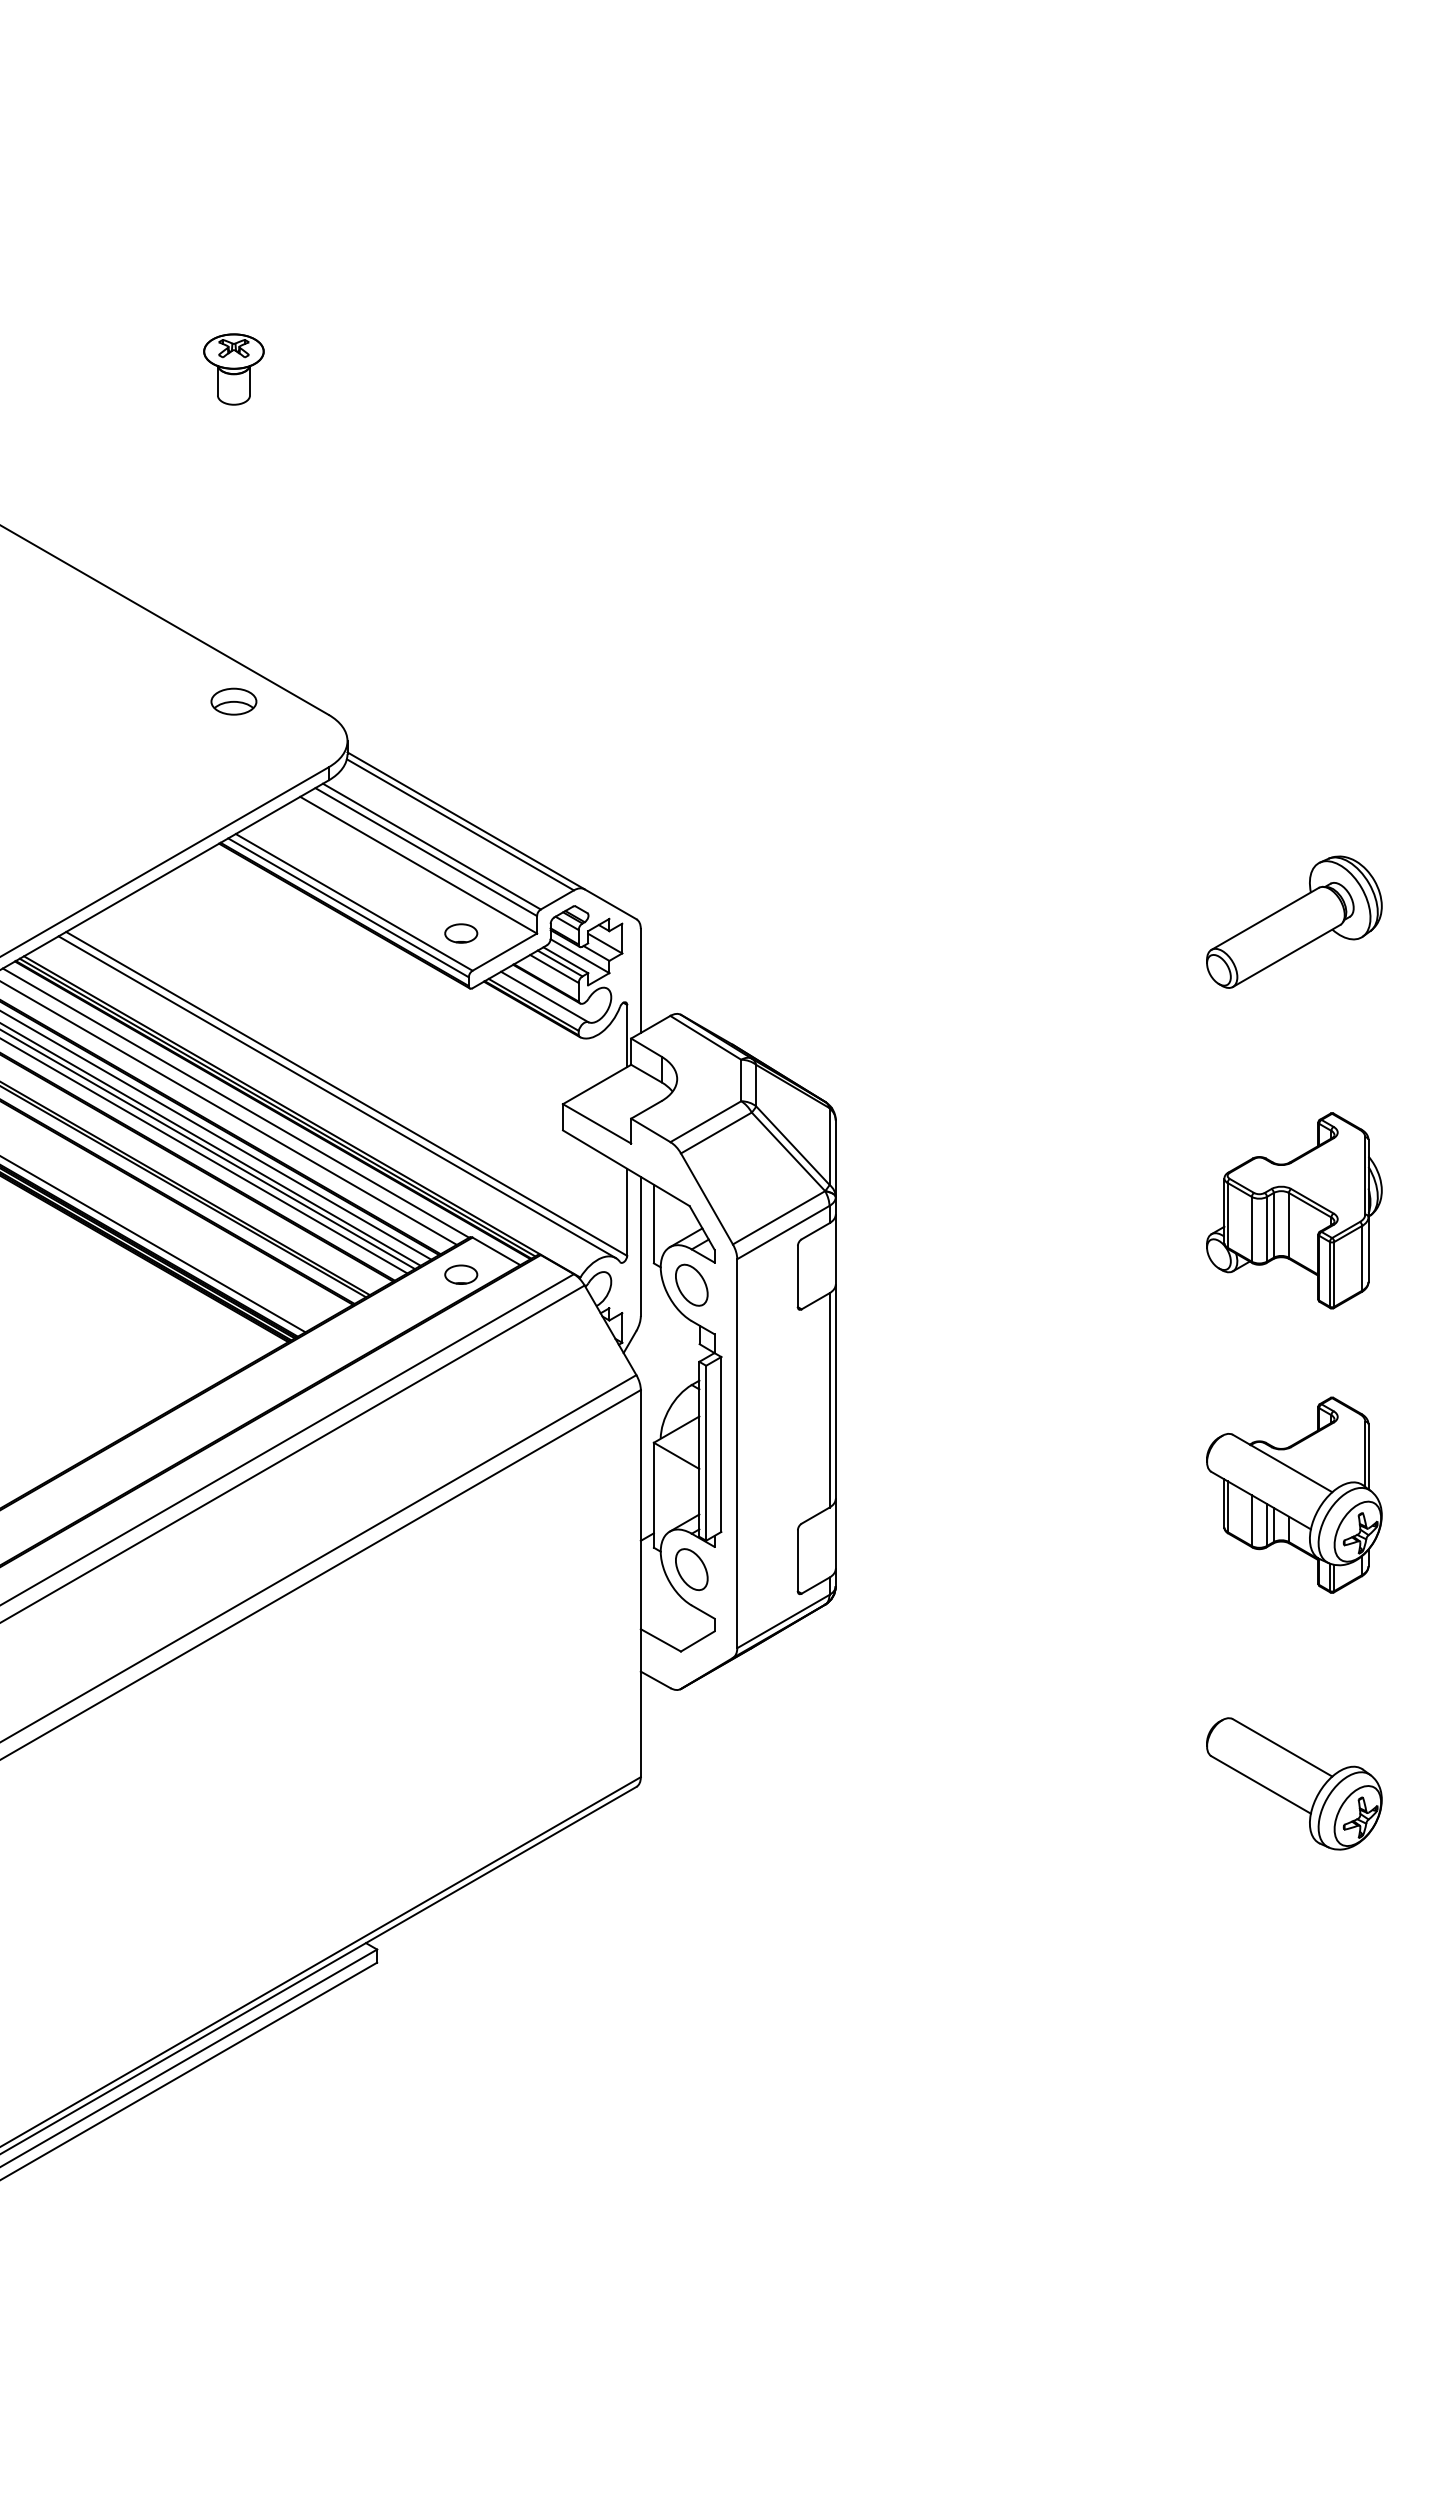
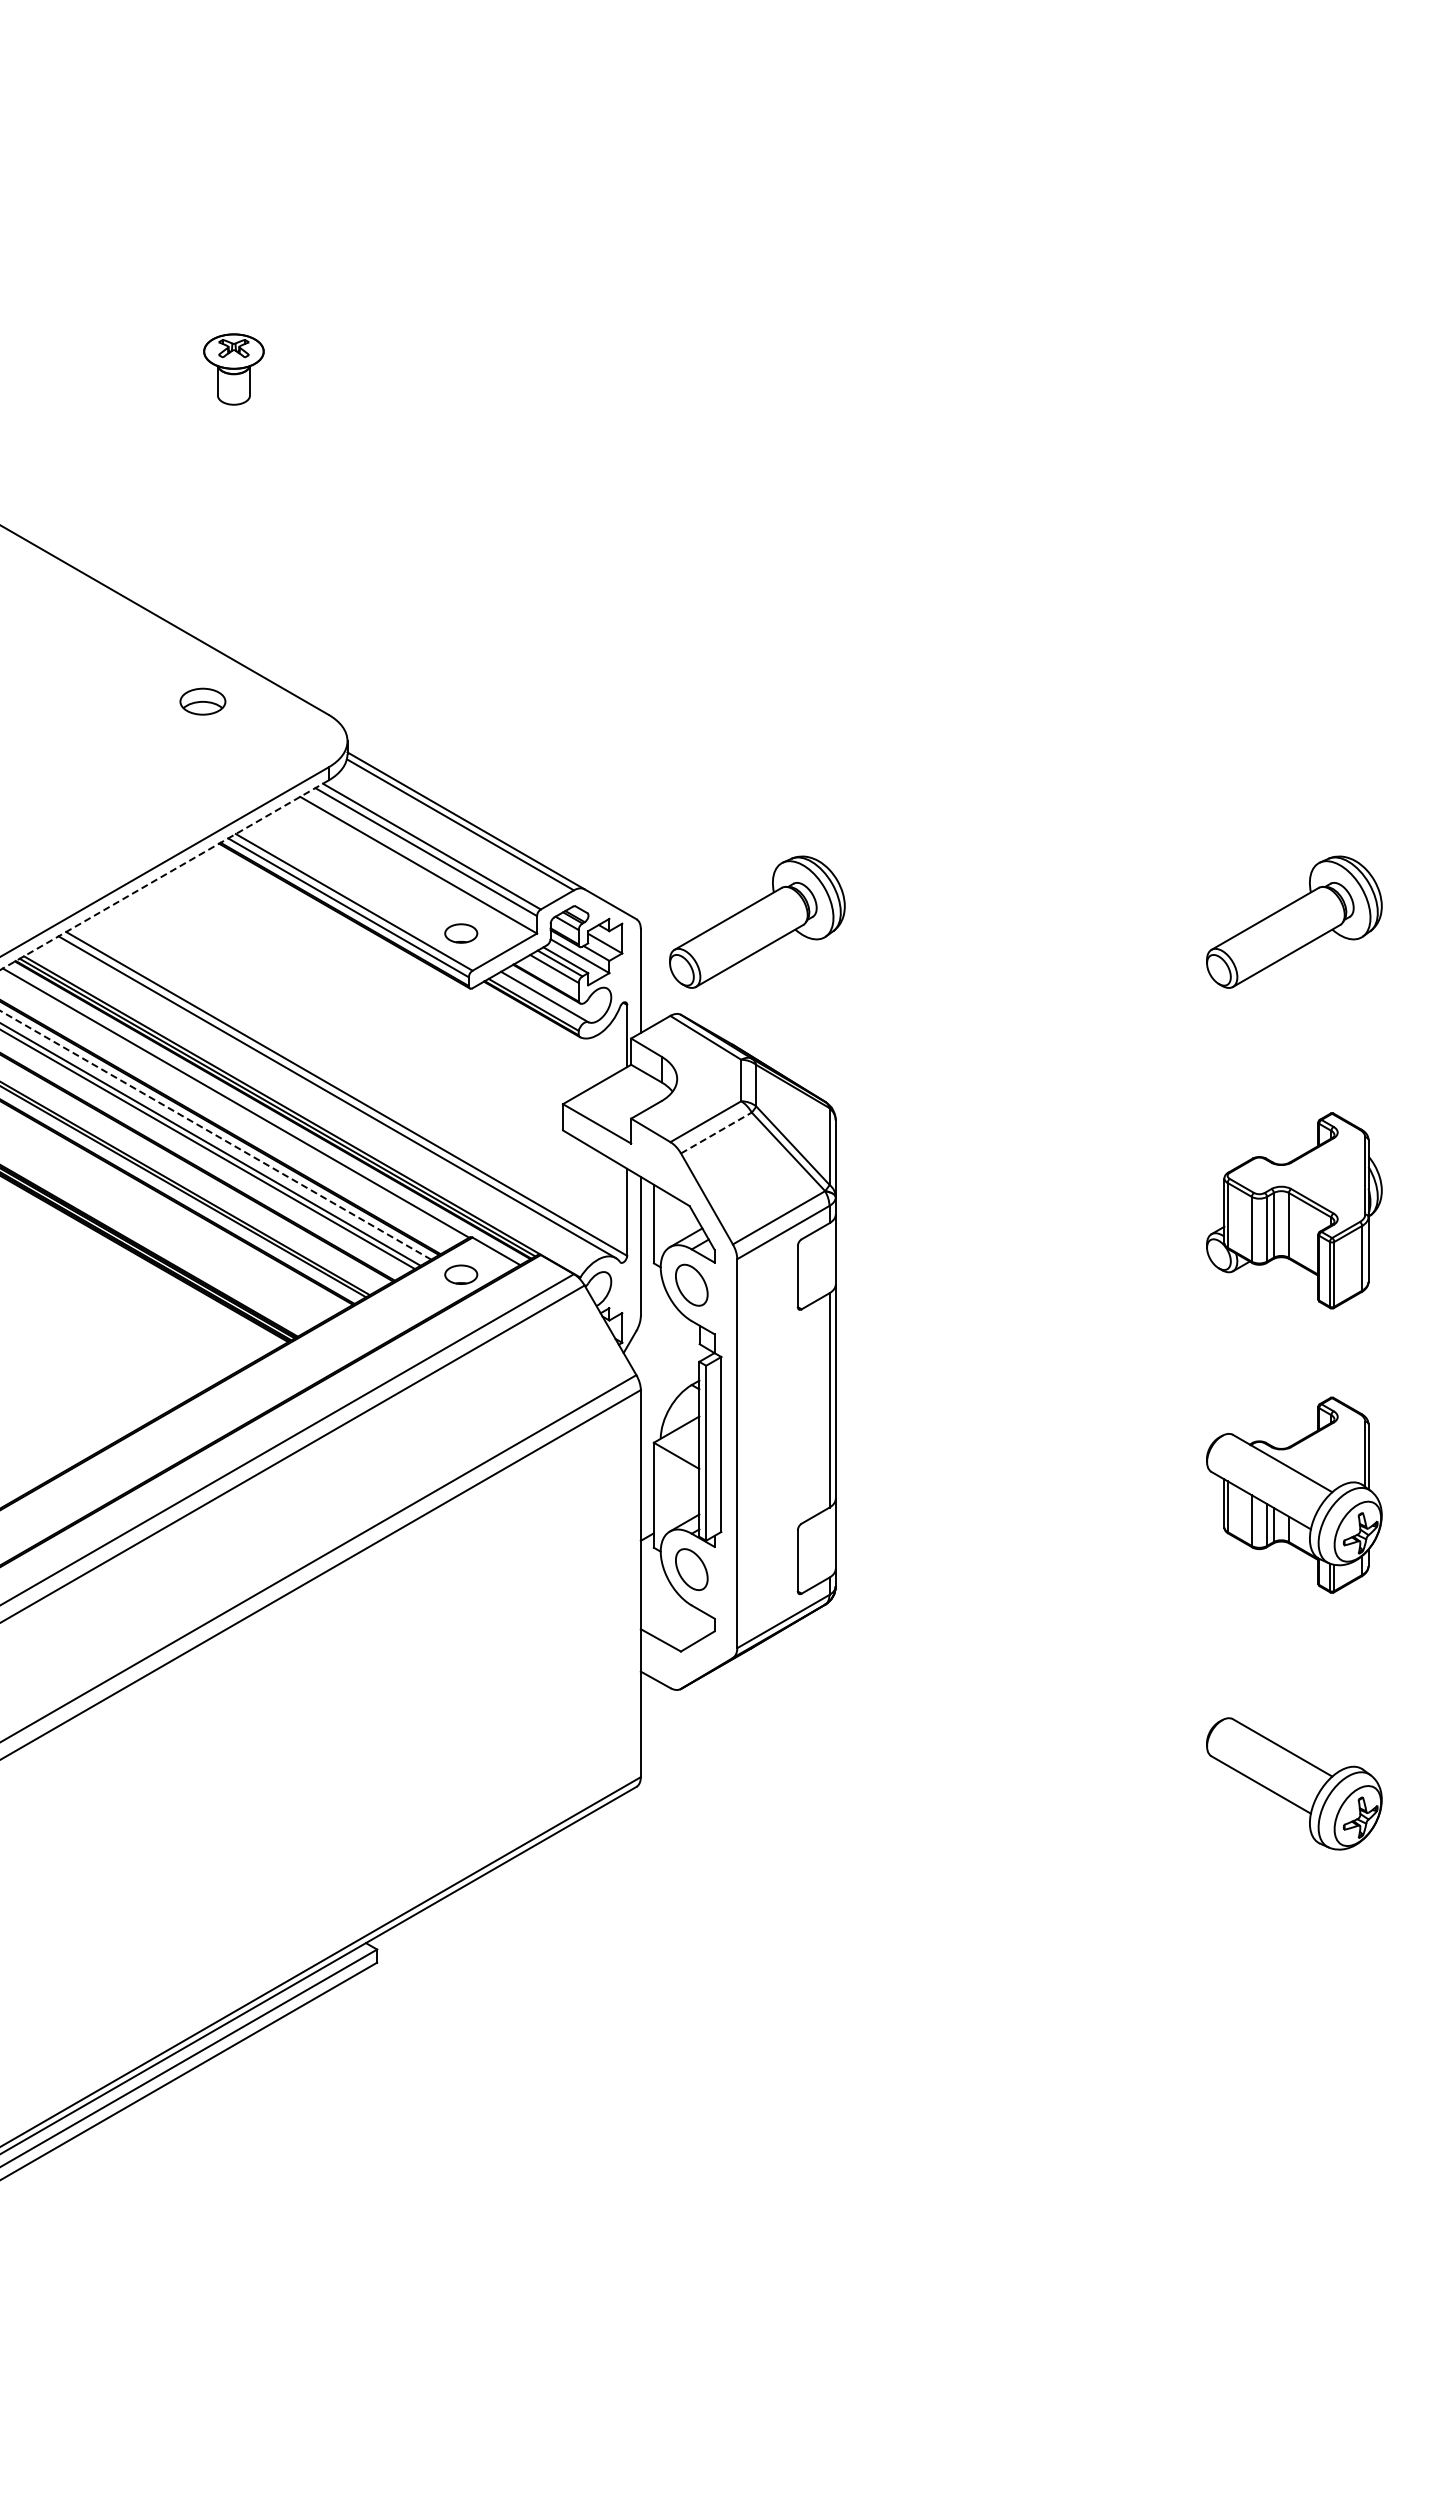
part at (233, 701) position: (233, 701) -> (202, 701)
line at (164, 874): solid -> dashed
part at (757, 921): none -> present
line at (229, 1113): present -> none
line at (716, 1133): solid -> dashed
line at (215, 1135): solid -> dashed
line at (204, 1156): present -> none
line at (153, 1244): present -> none
